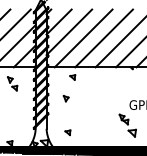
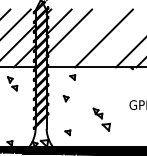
line at (83, 38): present -> none
line at (119, 43): present -> none
part at (127, 125) position: (127, 125) -> (101, 119)
